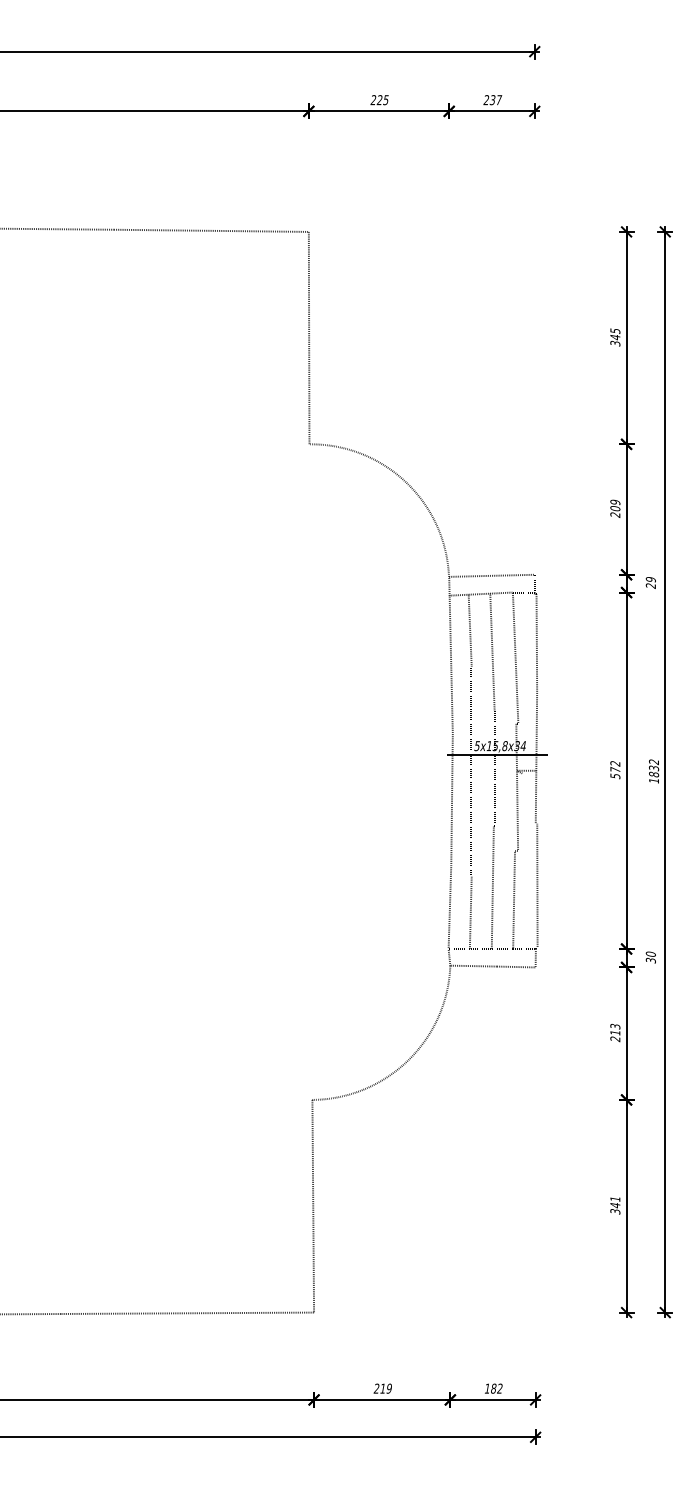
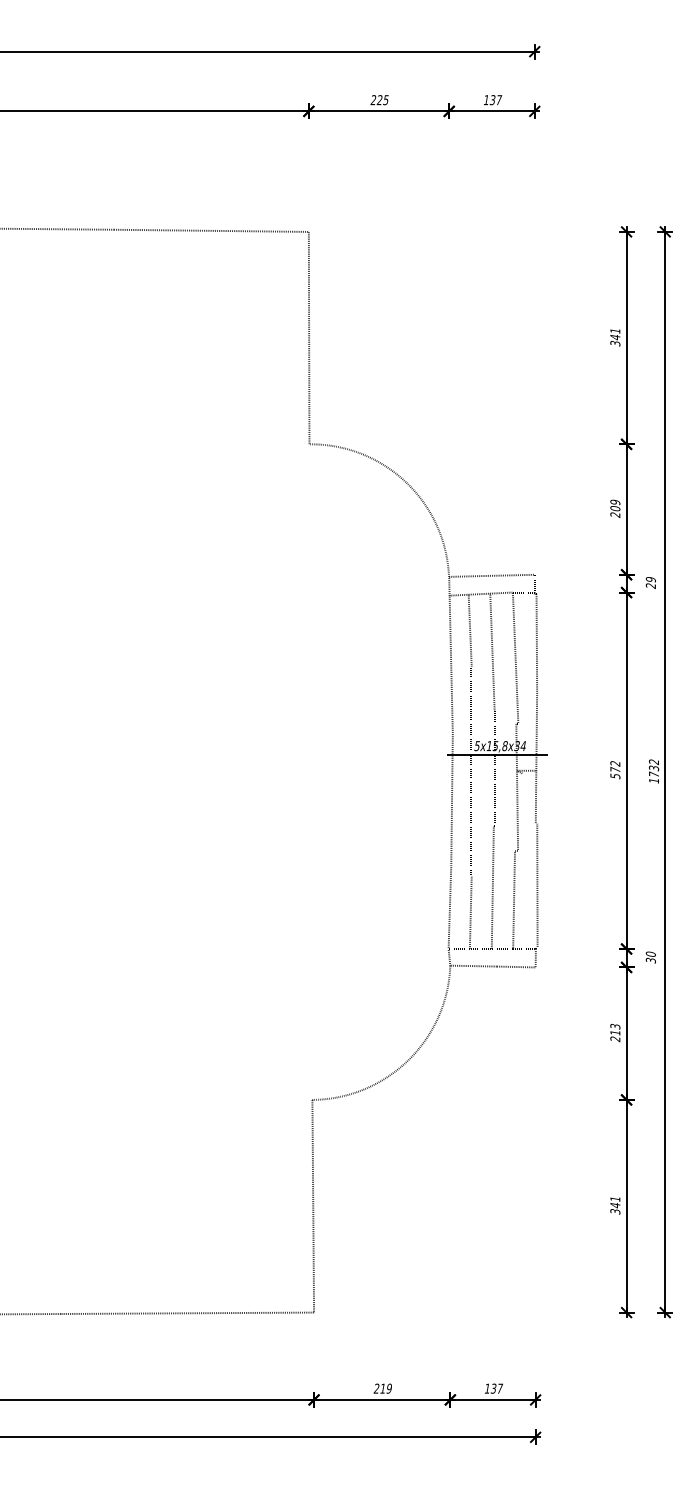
text at (486, 99): 237 -> 137
text at (615, 331): 345 -> 341
text at (654, 774): 1832 -> 1732
text at (496, 1388): 182 -> 137
